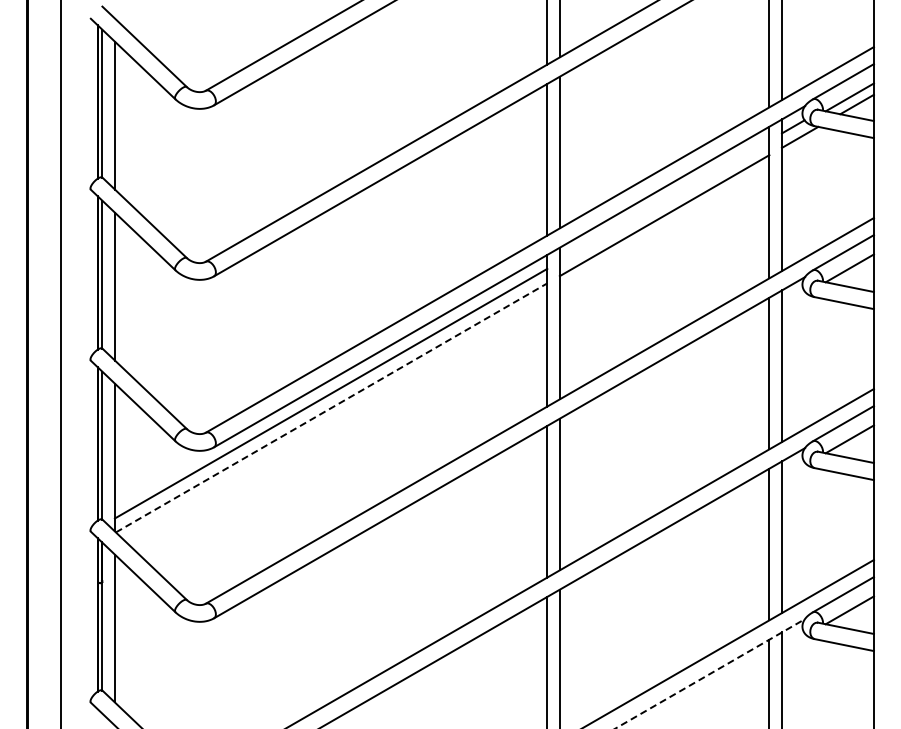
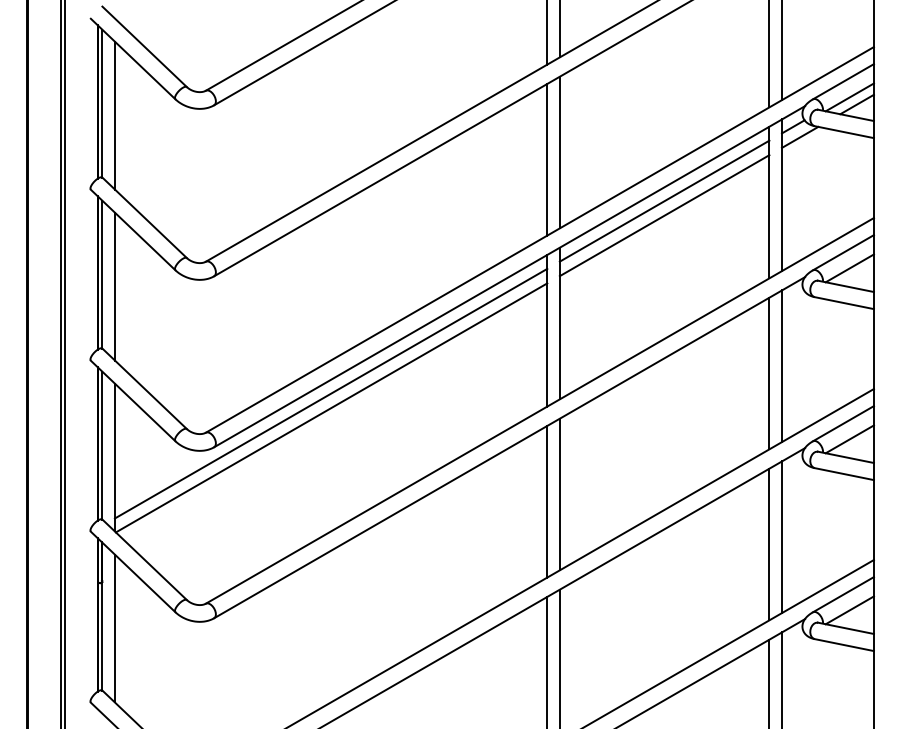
line at (664, 200): none -> present
line at (64, 363): none -> present
line at (332, 407): dashed -> solid
line at (709, 674): dashed -> solid
